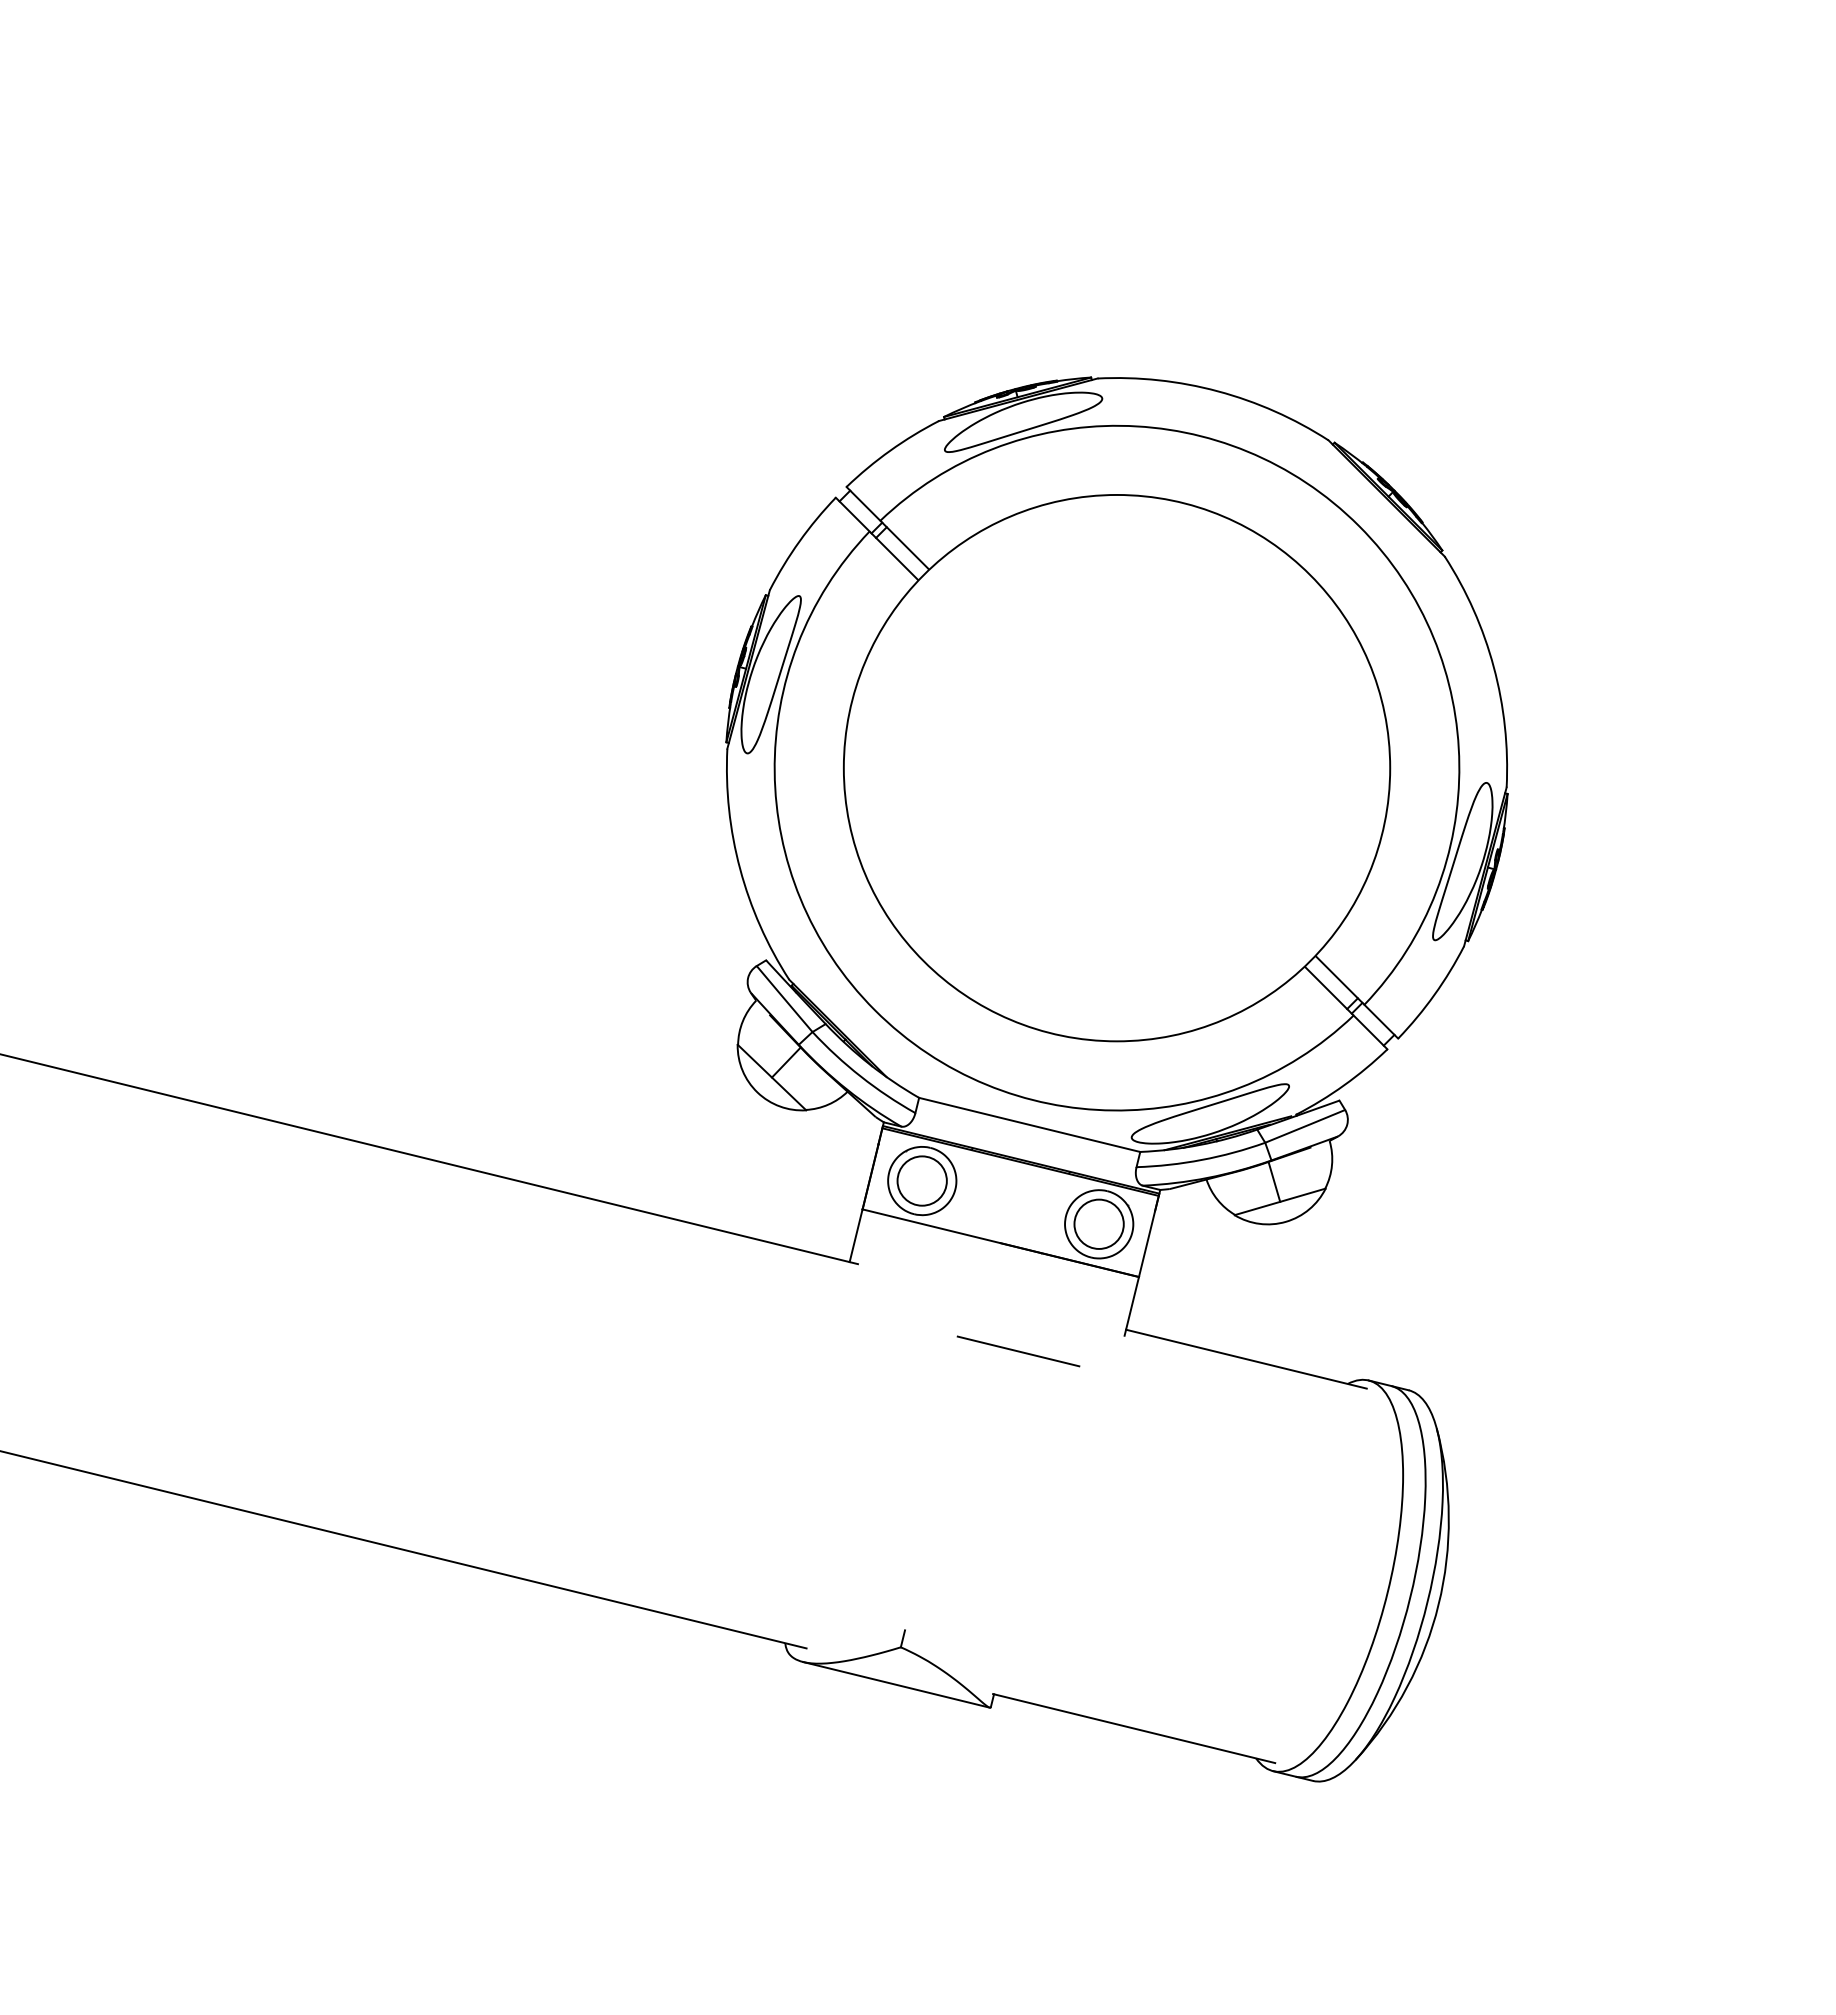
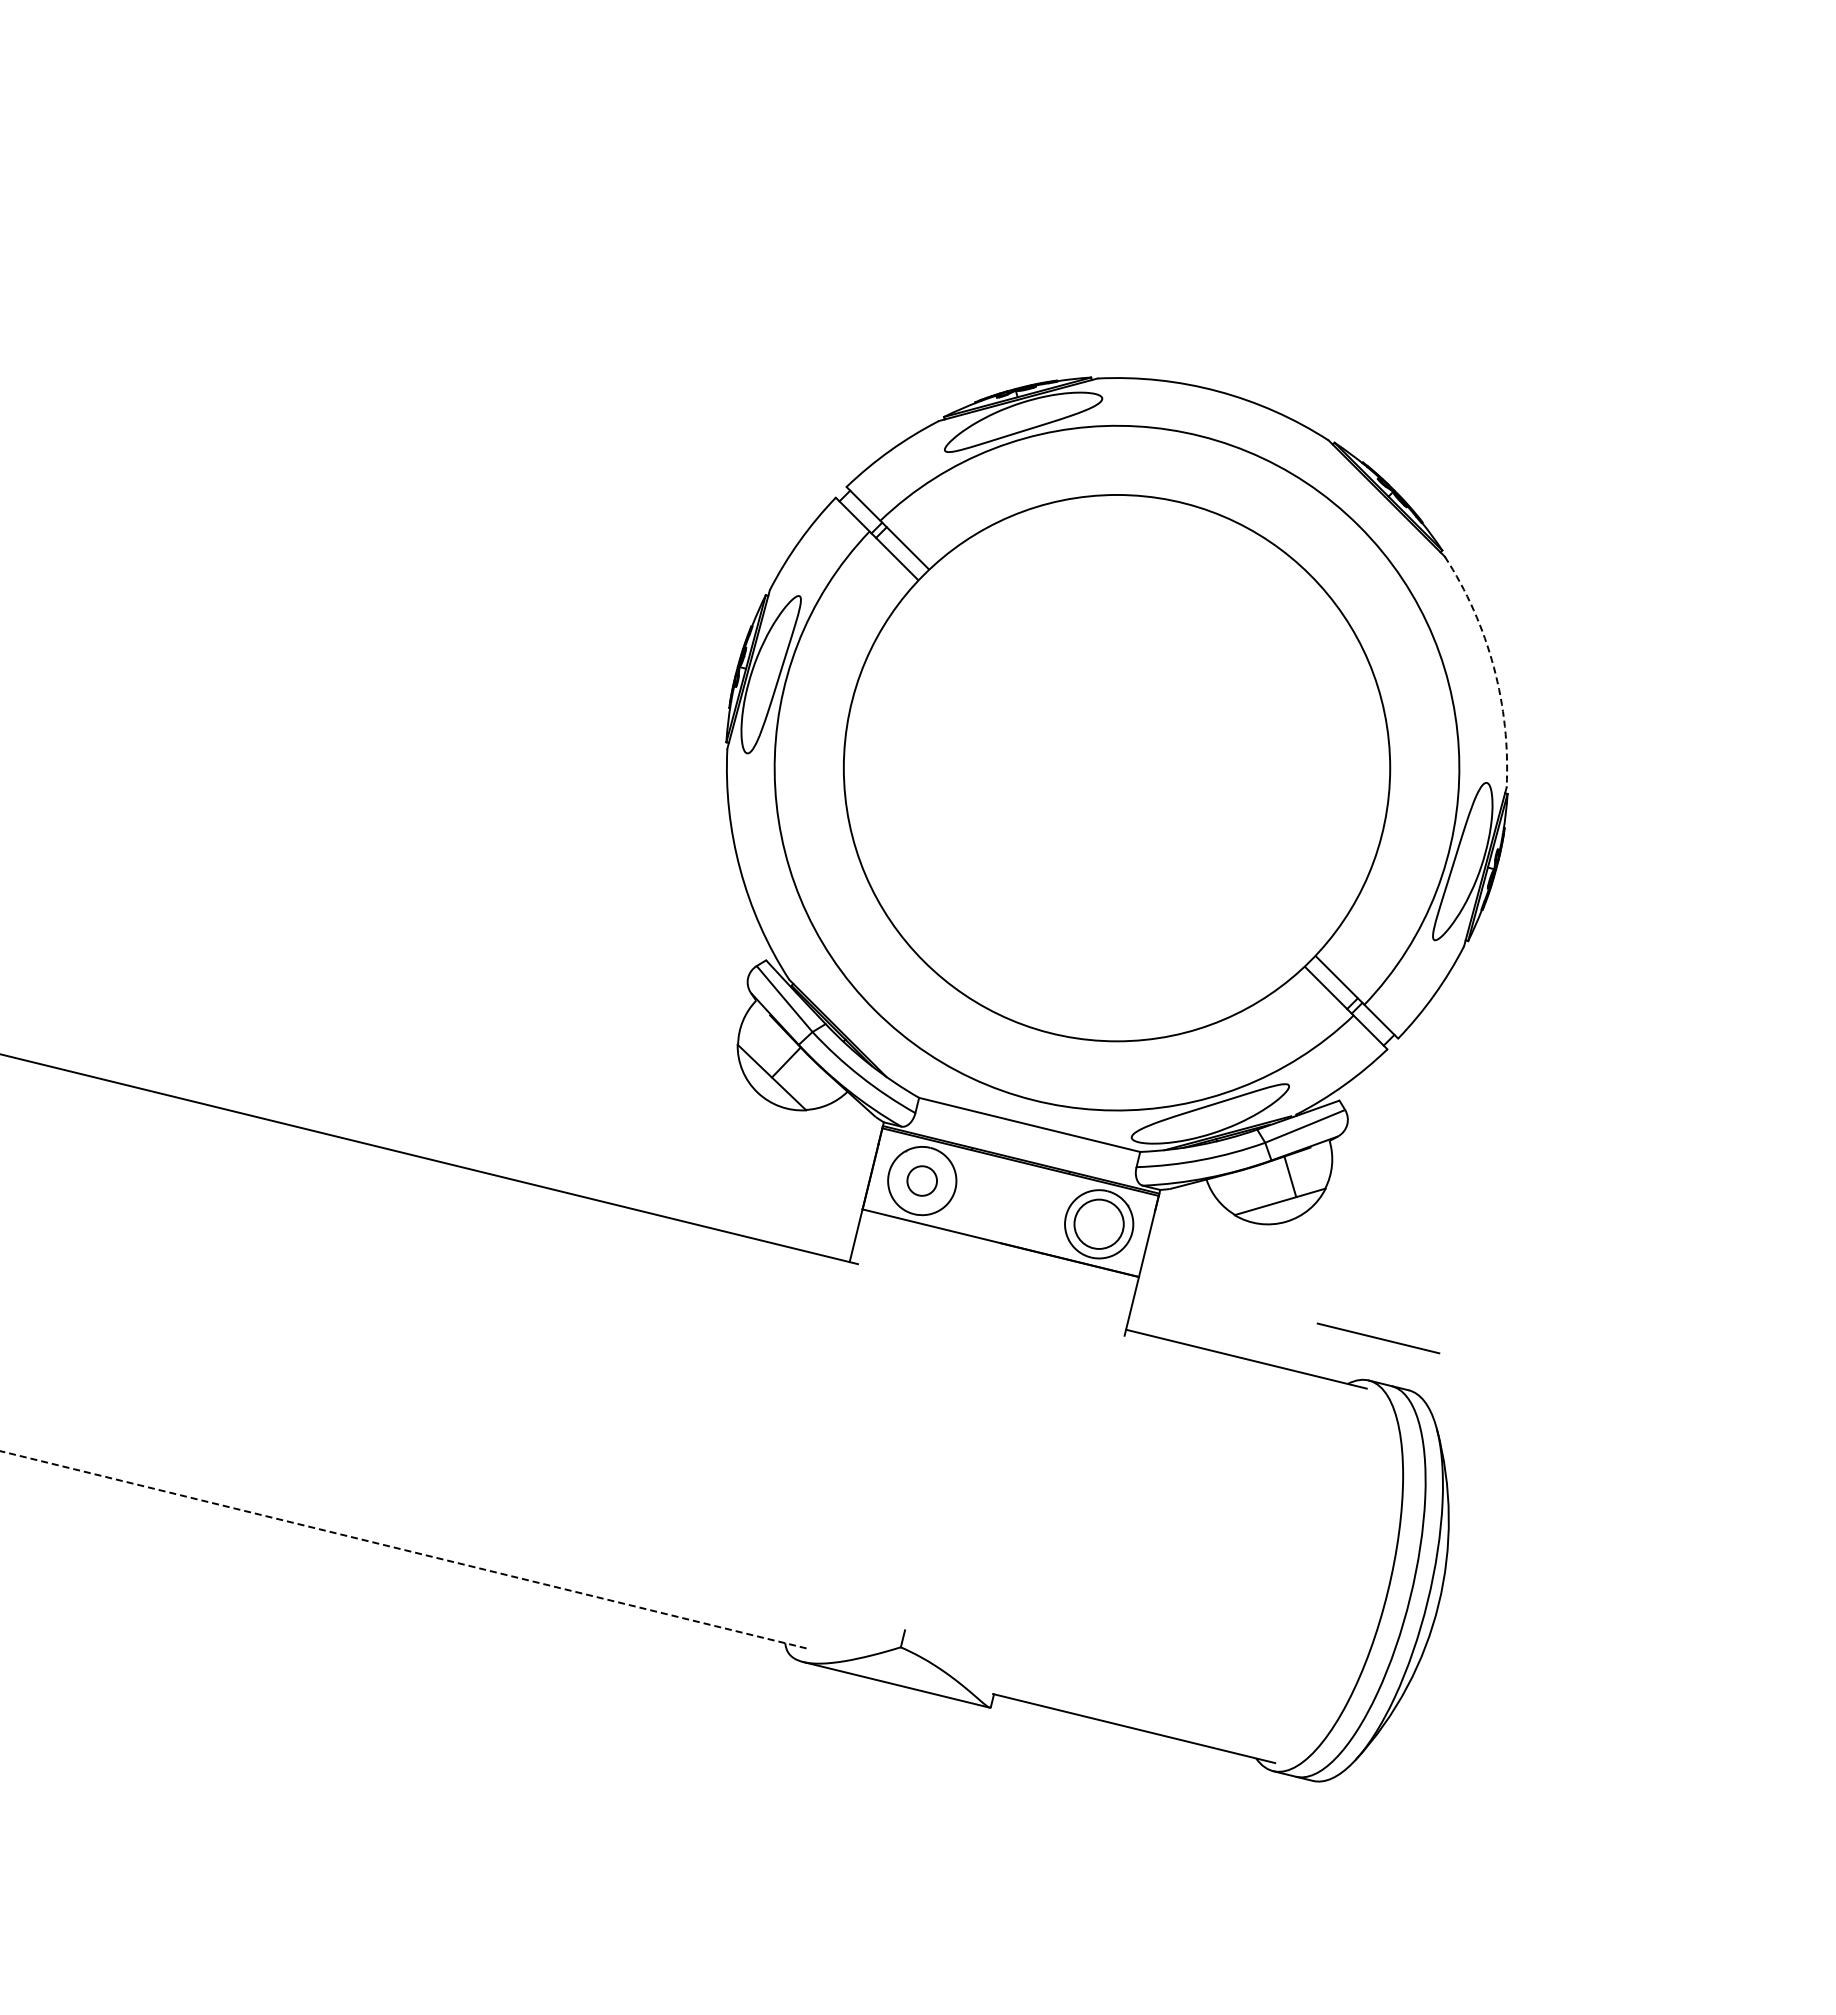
arc at (1493, 667): solid -> dashed
circle at (921, 1180) diameter: 49 px -> 30 px
line at (1274, 1181) position: (1274, 1181) -> (1290, 1176)
line at (1018, 1351) position: (1018, 1351) -> (1378, 1338)
line at (403, 1549): solid -> dashed
